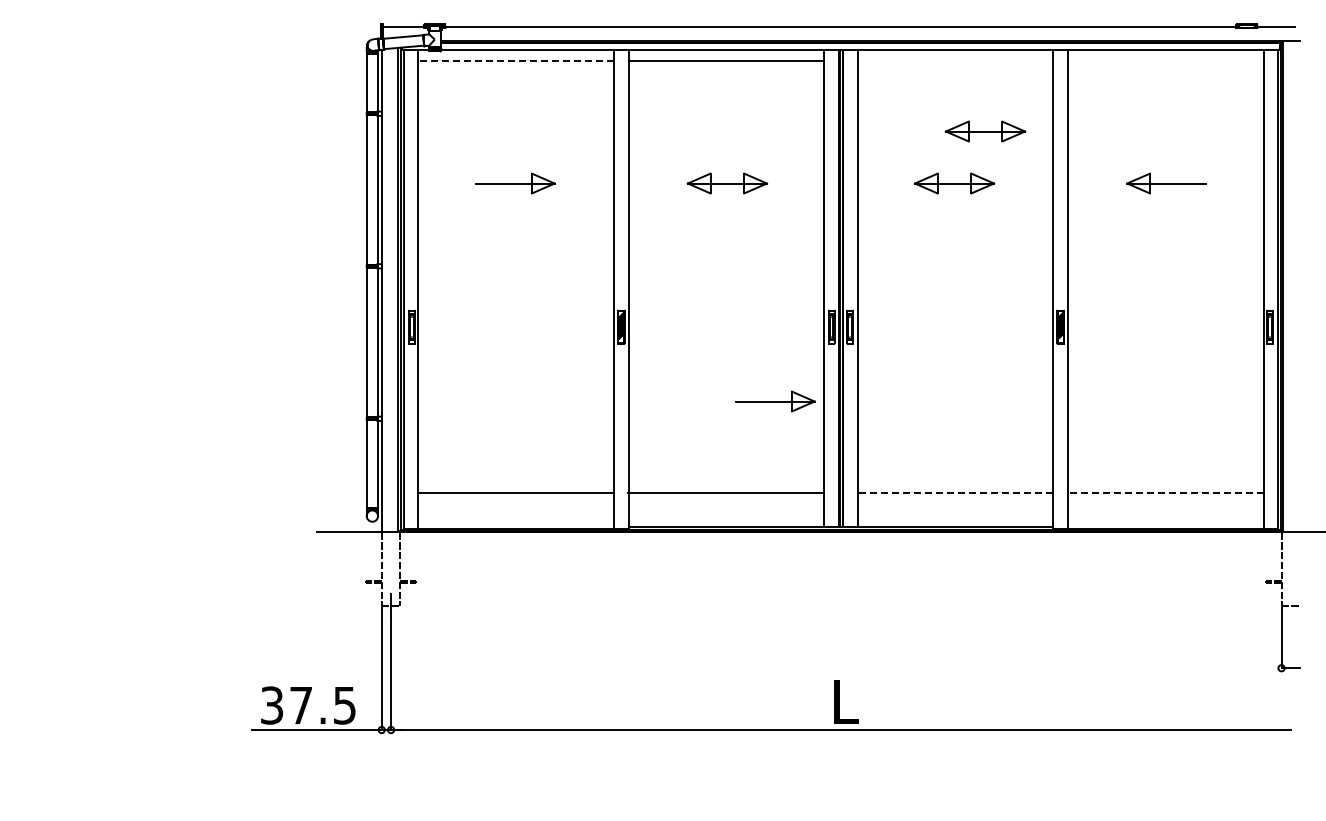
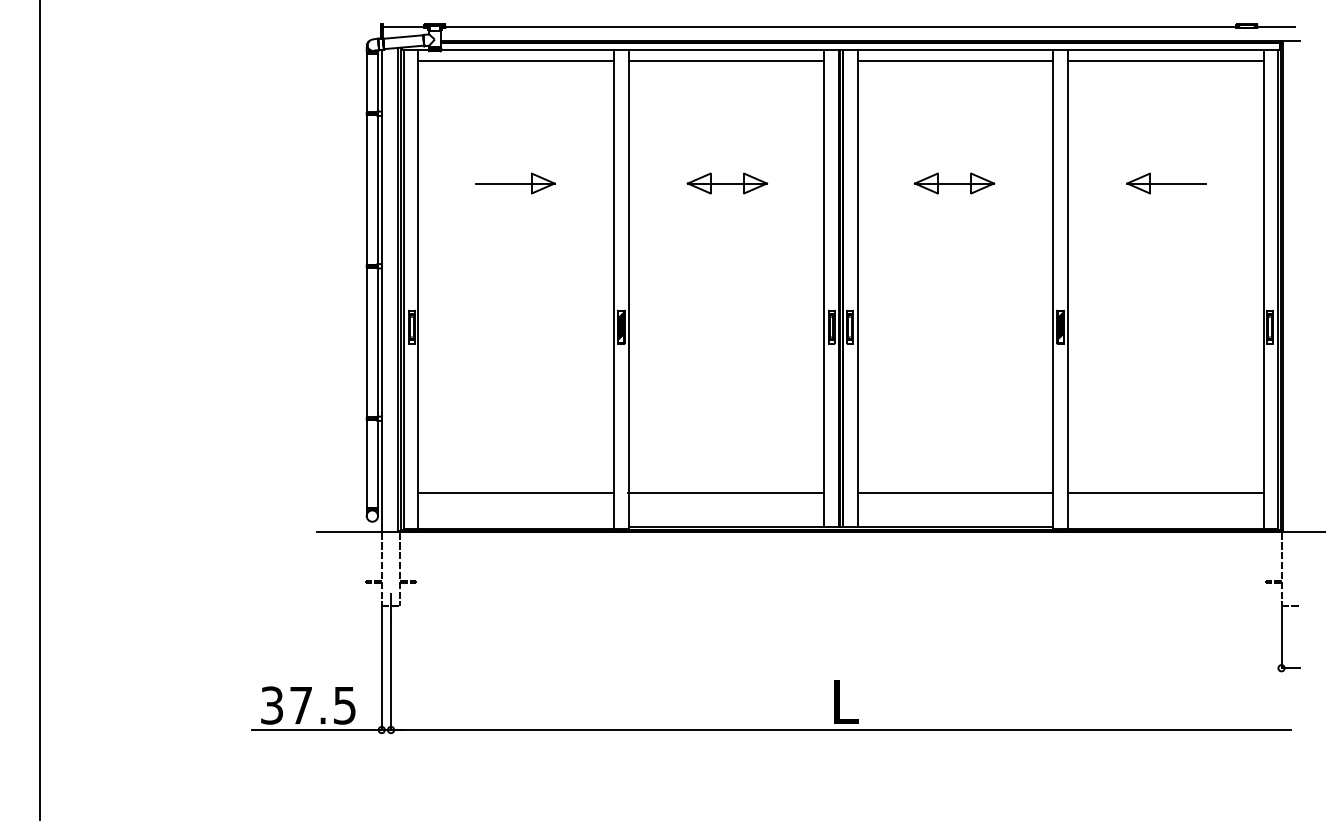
line at (516, 60): dashed -> solid
line at (955, 60): none -> present
line at (1165, 60): none -> present
part at (985, 131): present -> none
part at (775, 401): present -> none
line at (39, 409): none -> present
line at (955, 493): dashed -> solid
line at (1165, 493): dashed -> solid
